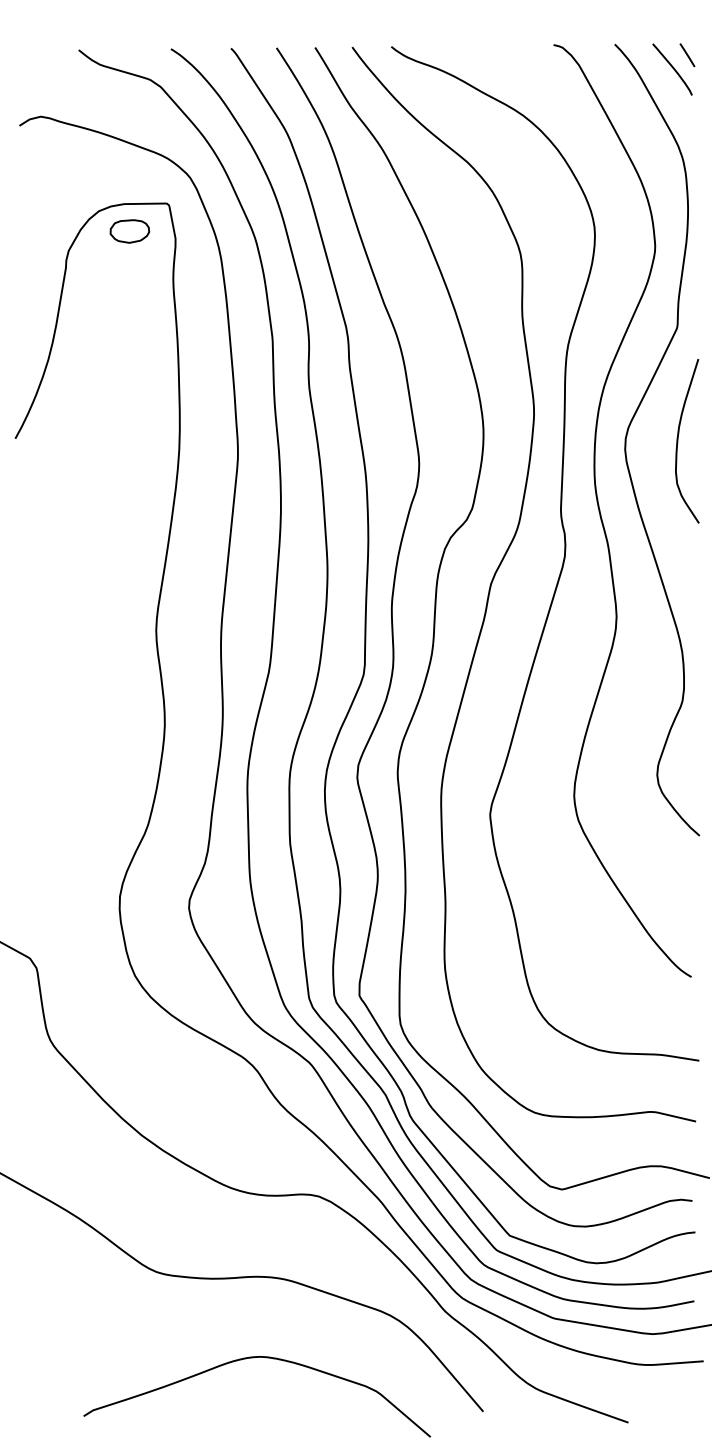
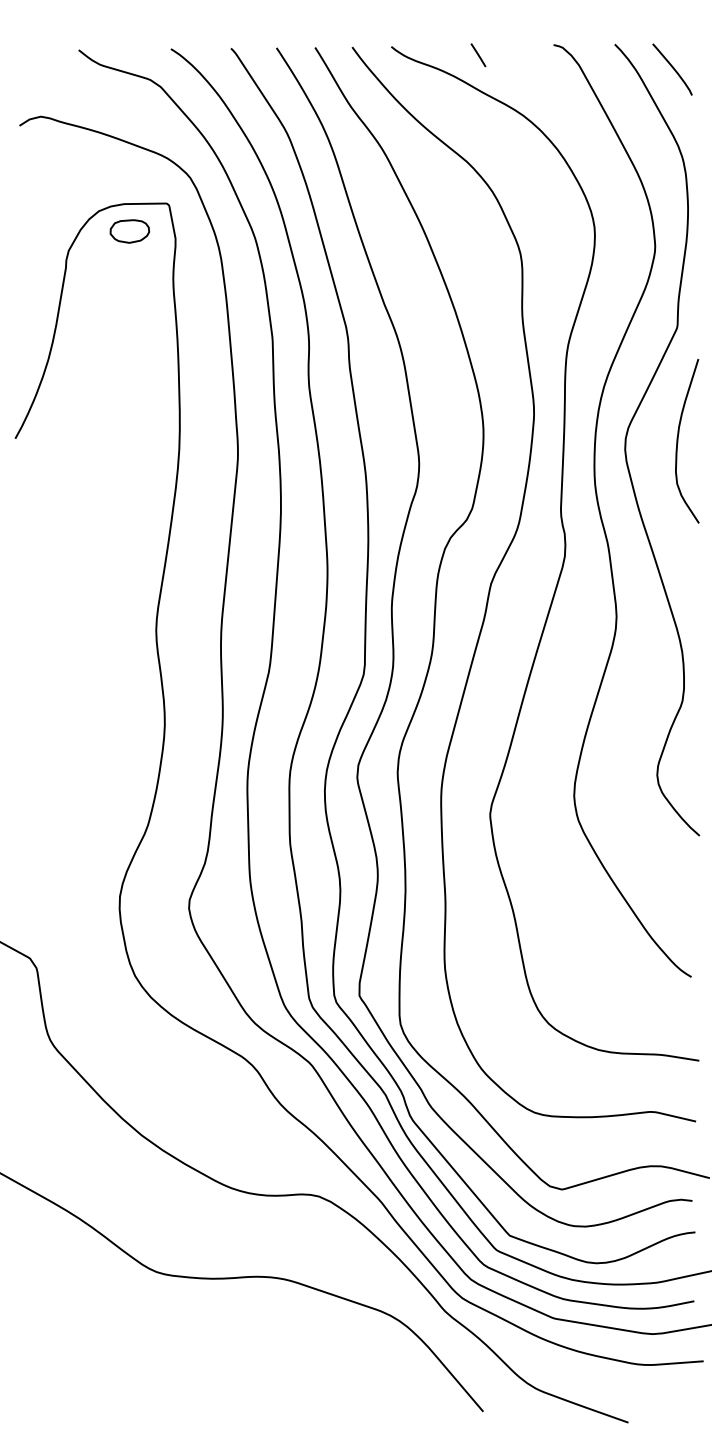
line at (687, 55) position: (687, 55) -> (478, 55)
curve at (253, 1358): present -> none
